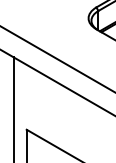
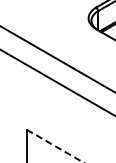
line at (13, 108): present -> none
line at (55, 146): solid -> dashed
